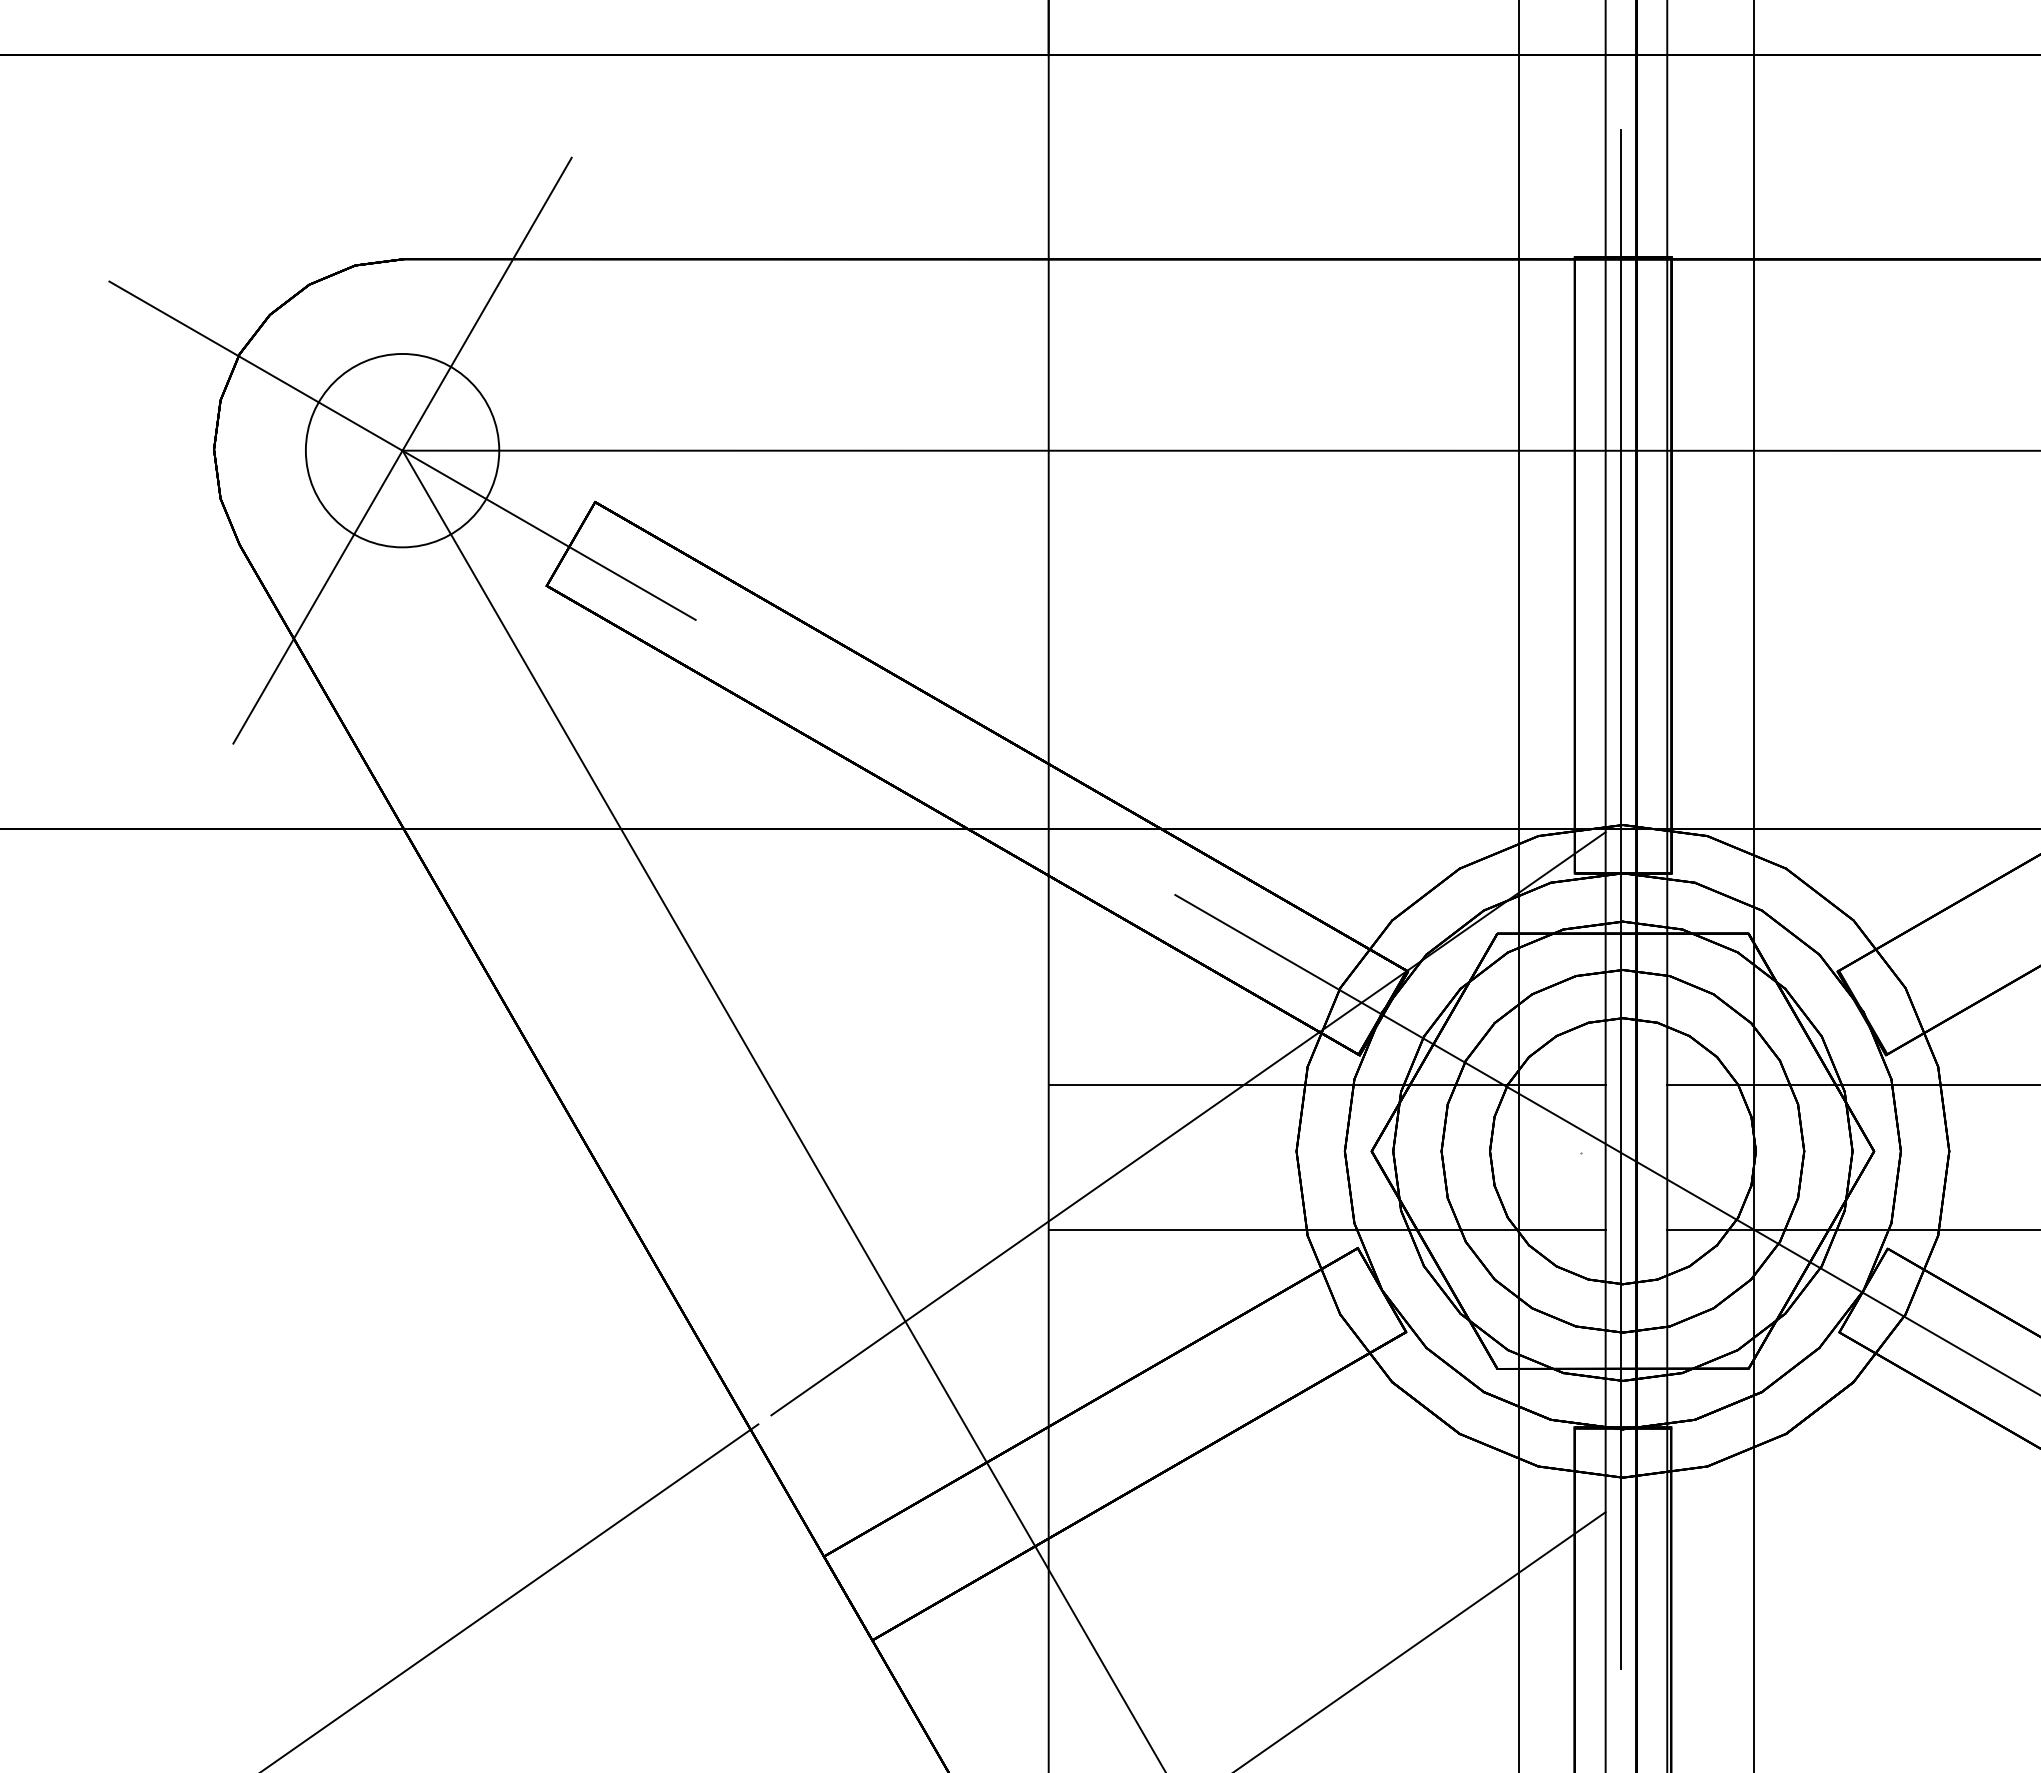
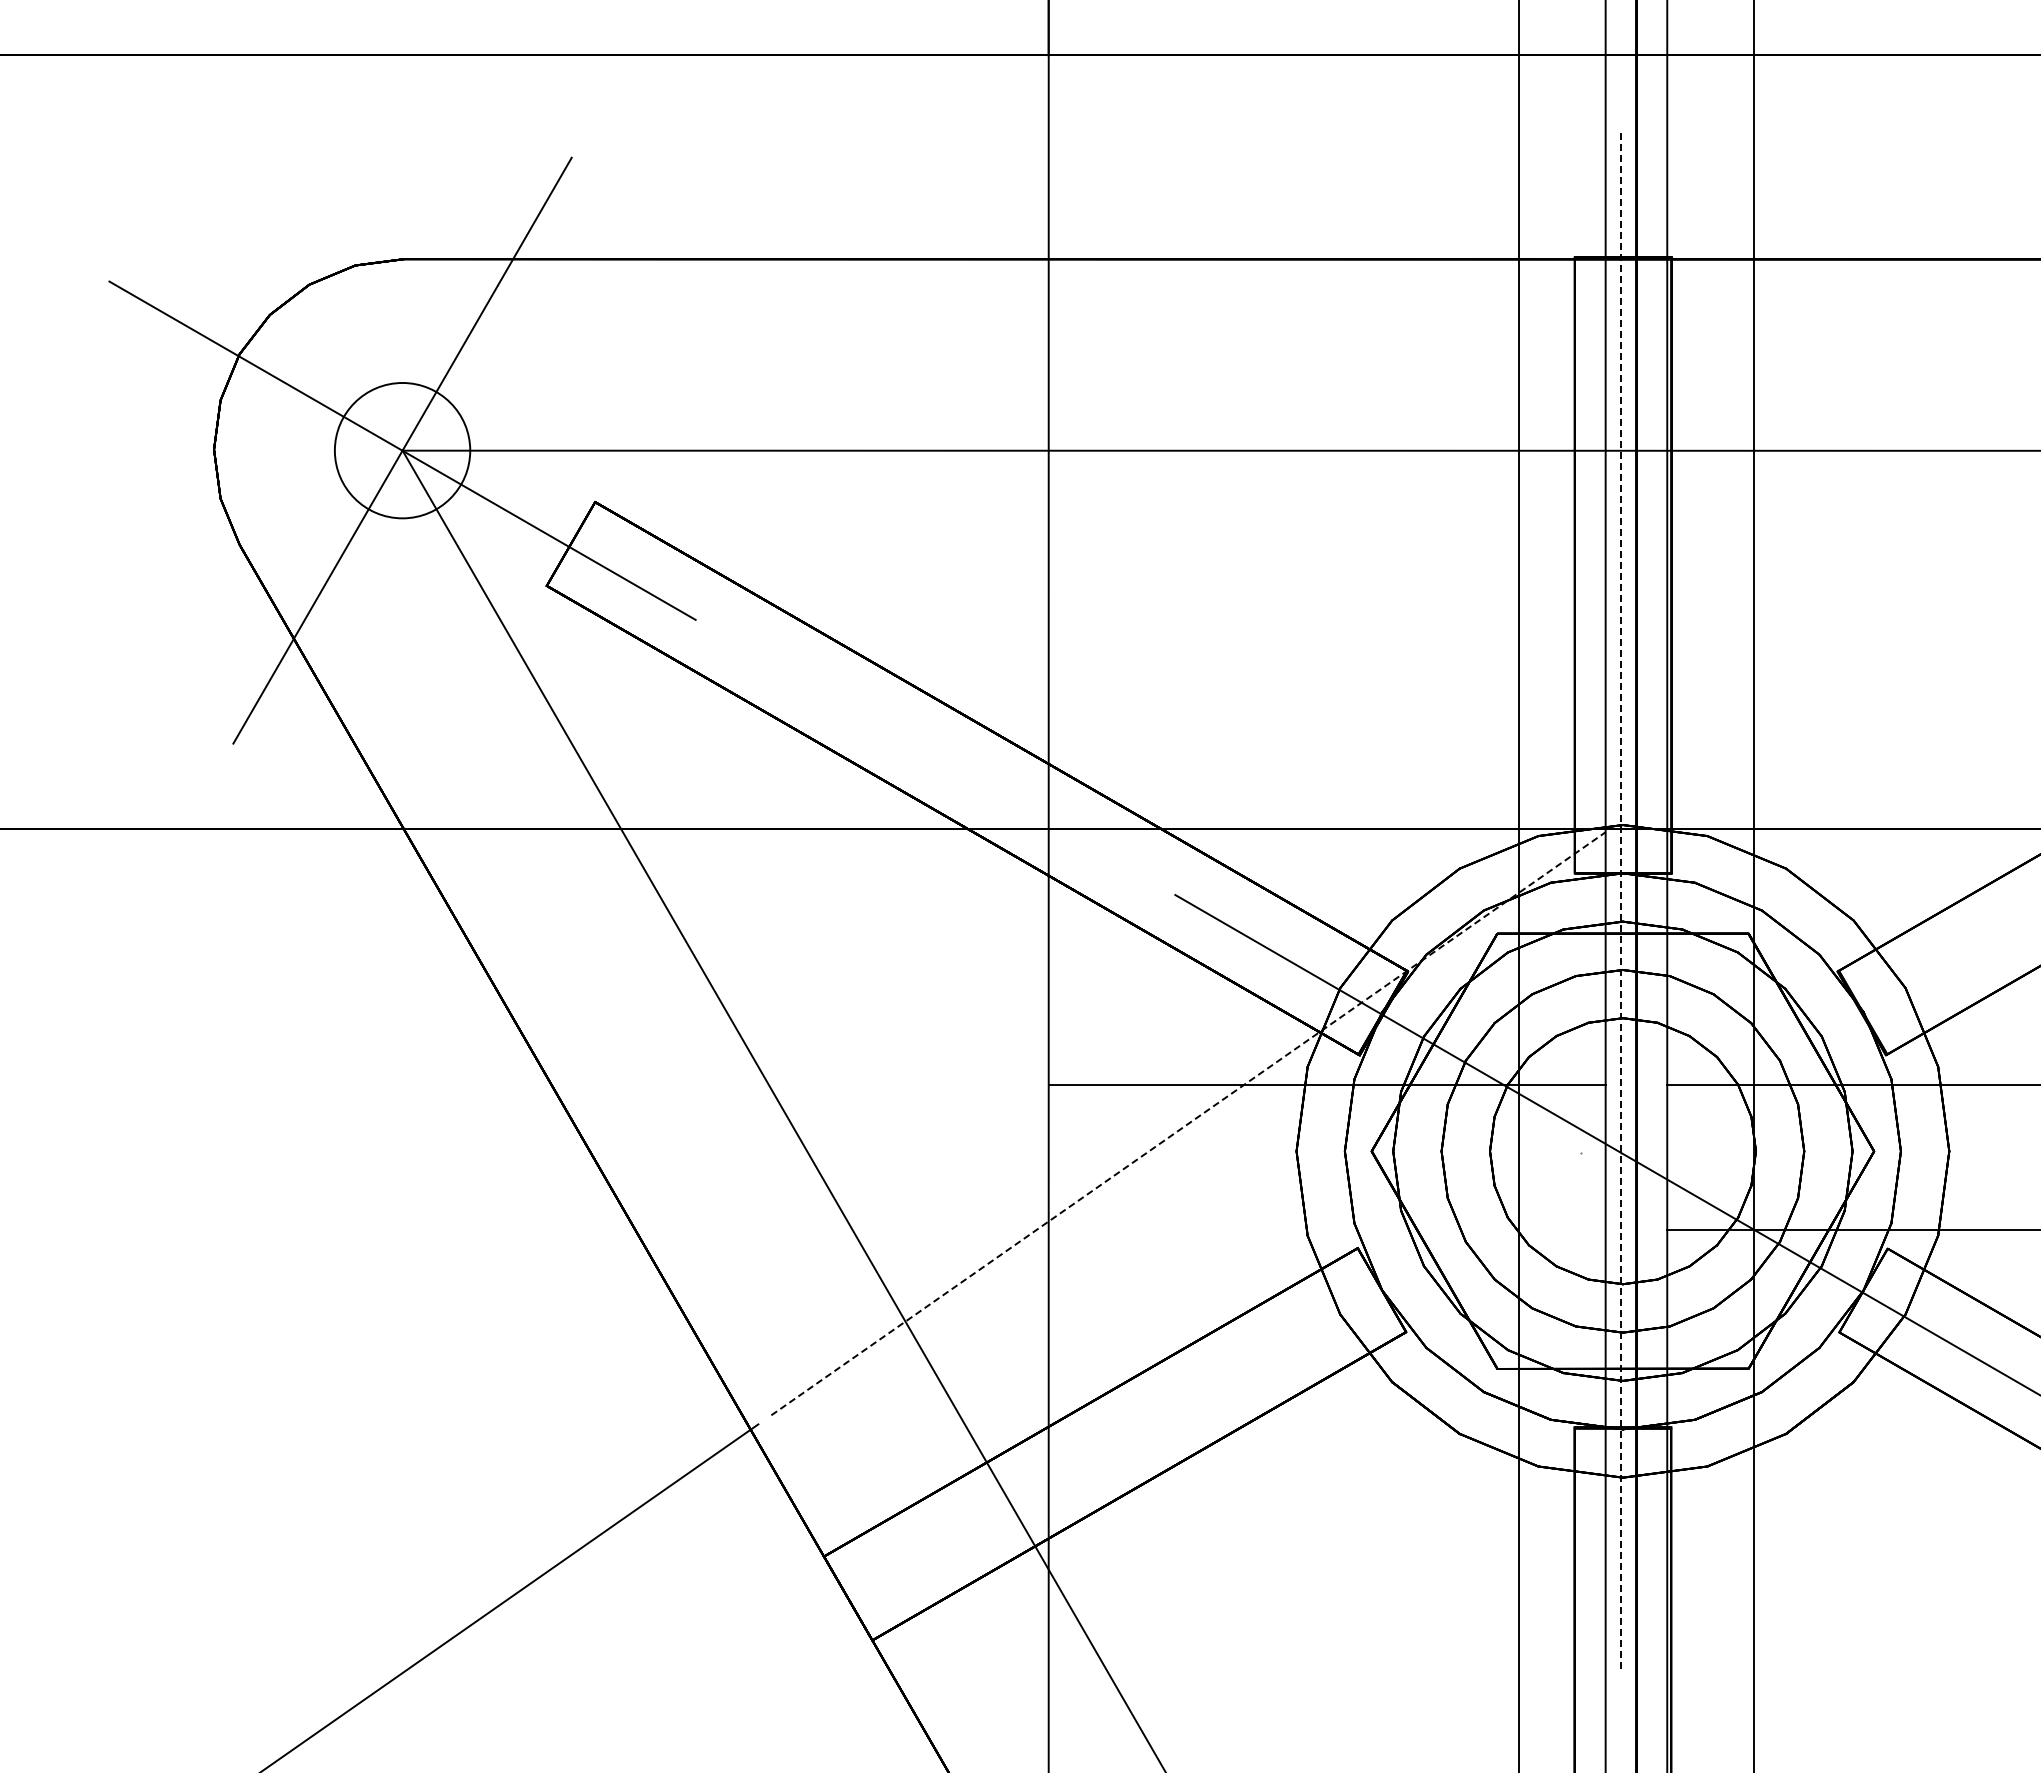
circle at (402, 450) diameter: 193 px -> 135 px
line at (1620, 899): solid -> dashed
line at (1188, 1123): solid -> dashed
line at (1326, 1229): present -> none
line at (1421, 1640): present -> none
